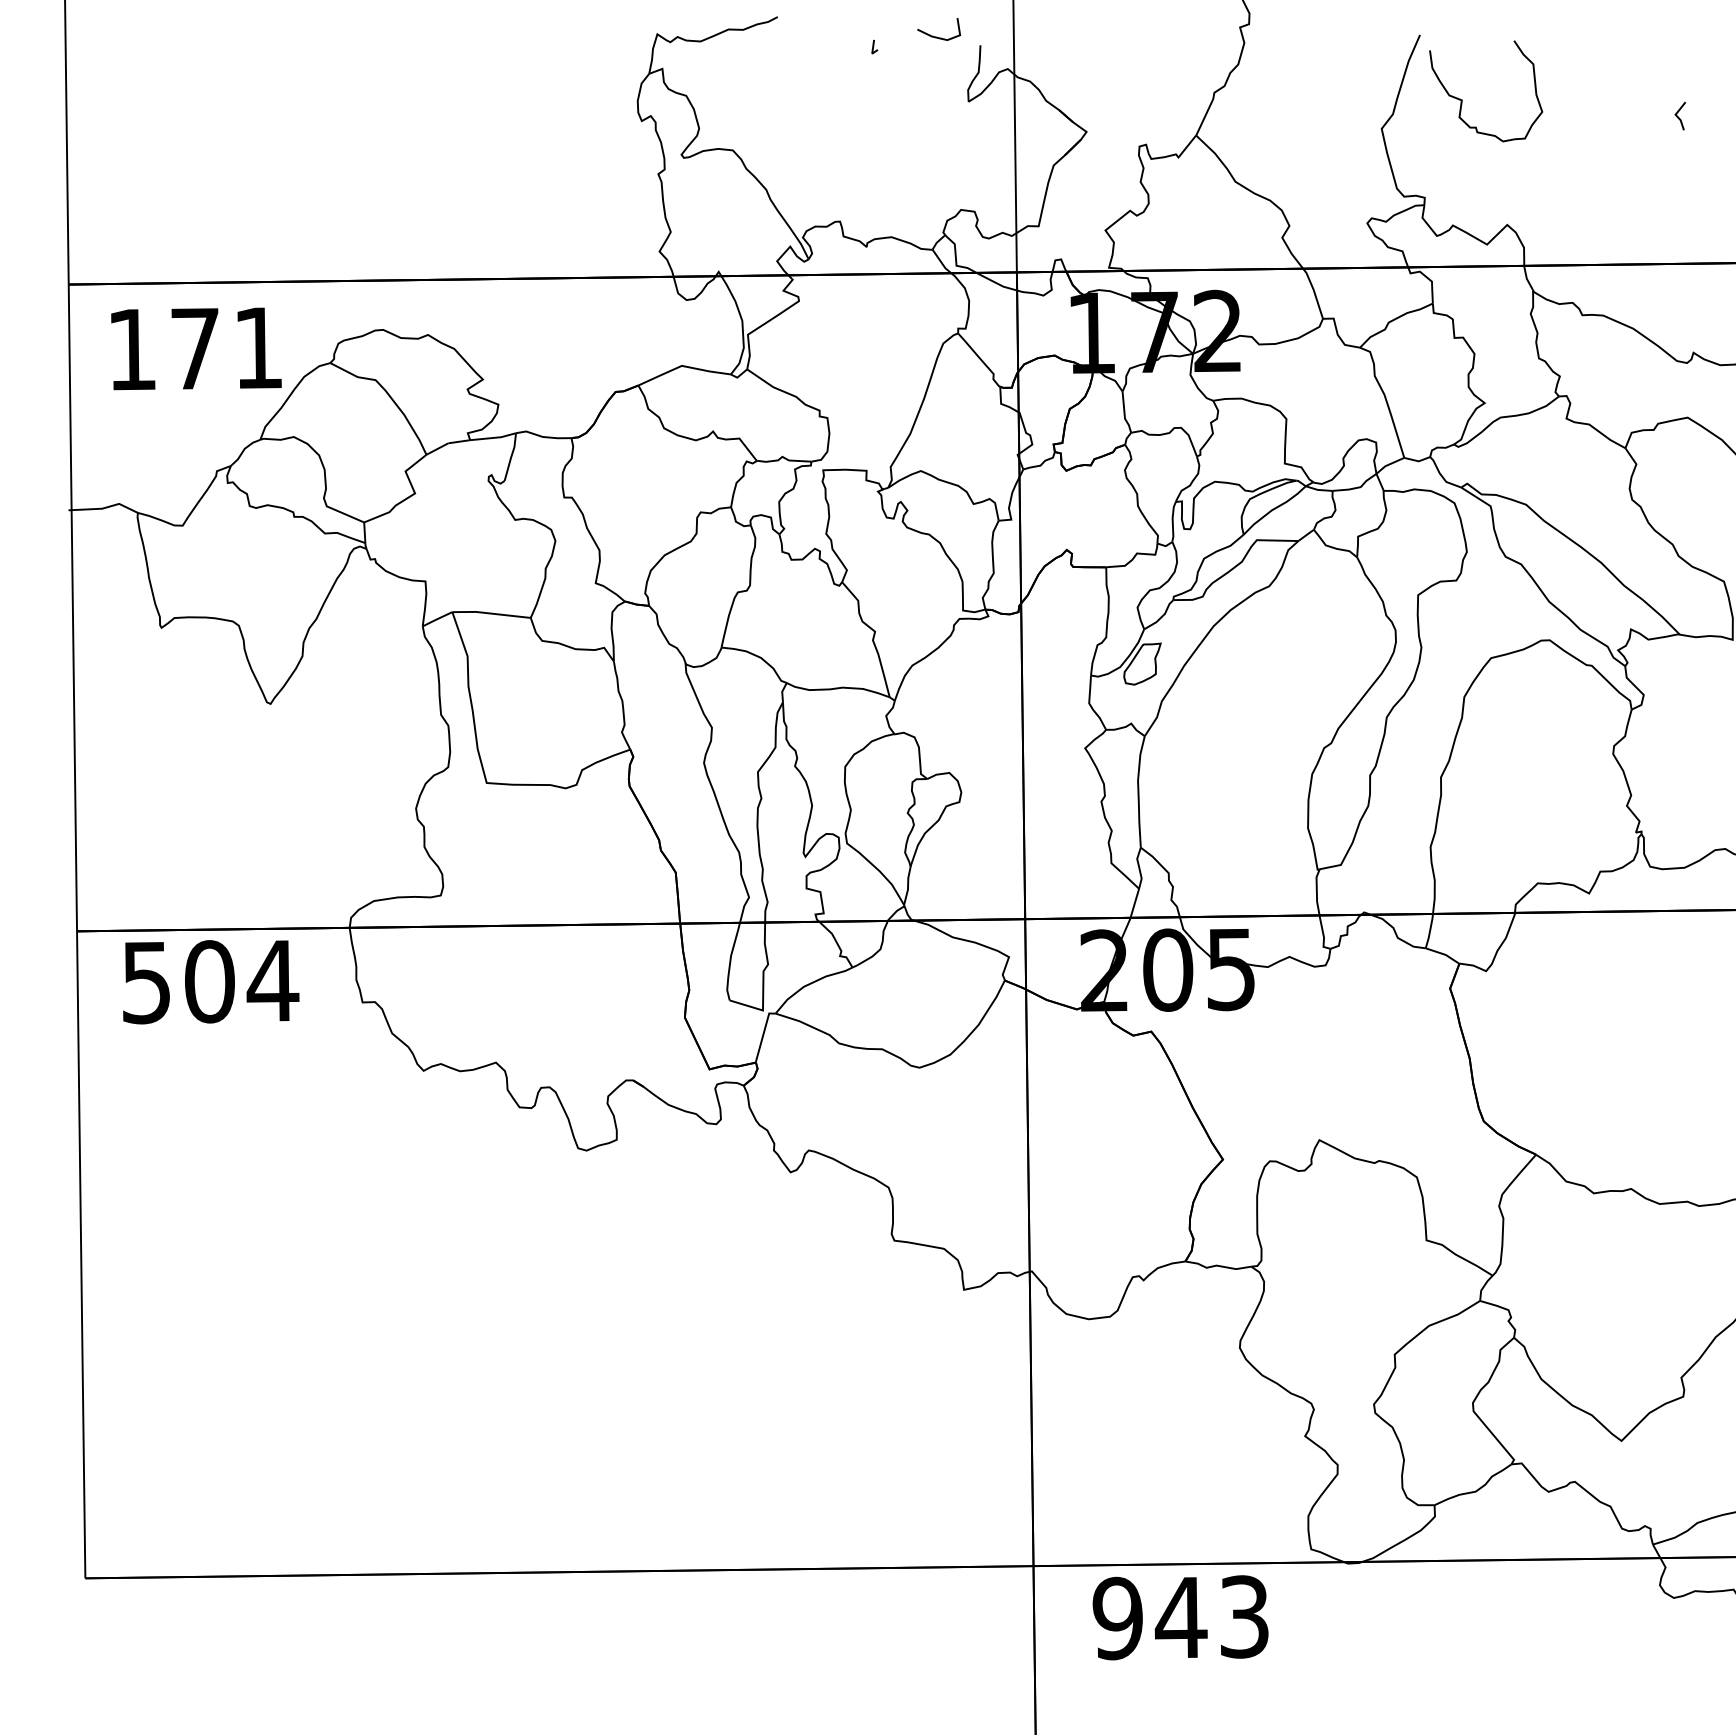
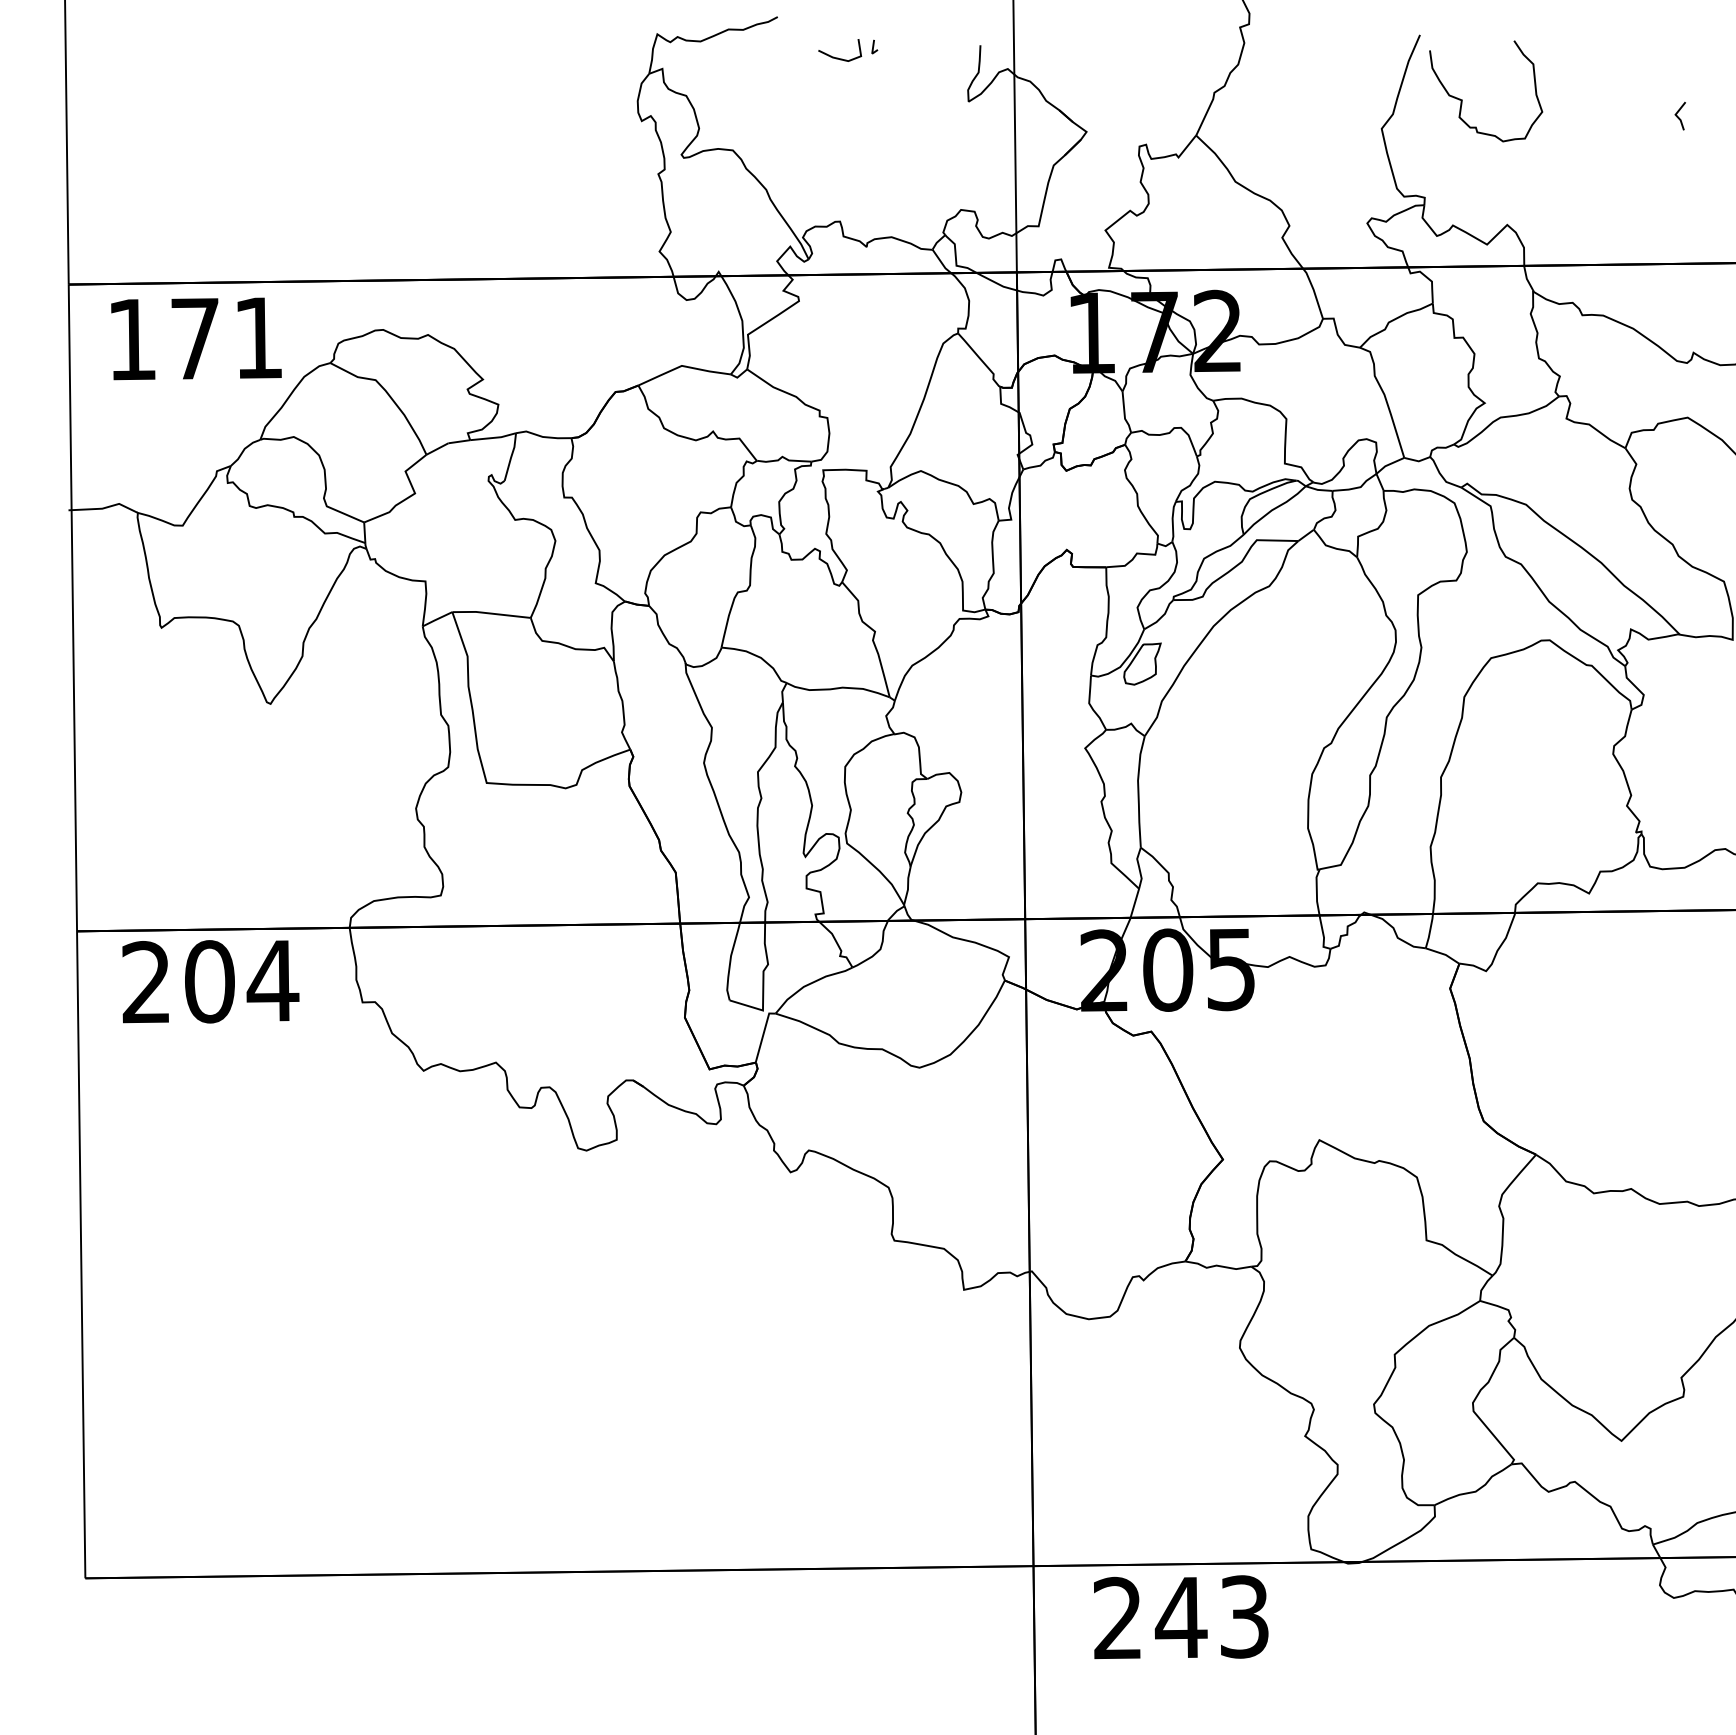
line at (937, 36) position: (937, 36) -> (838, 57)
text at (196, 348) position: (196, 348) -> (196, 338)
text at (145, 982): 504 -> 204
text at (1117, 1618): 943 -> 243
